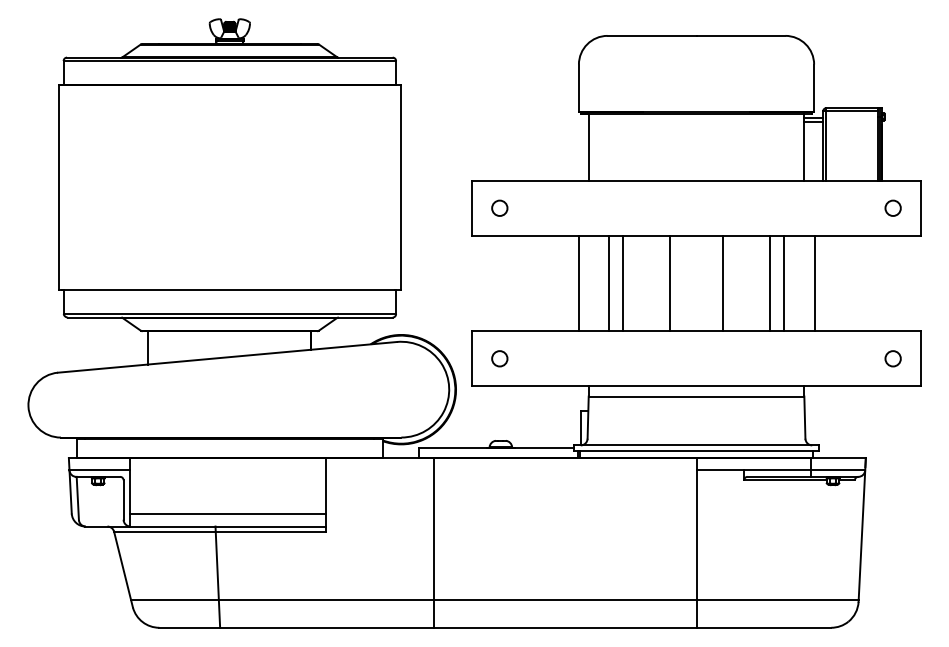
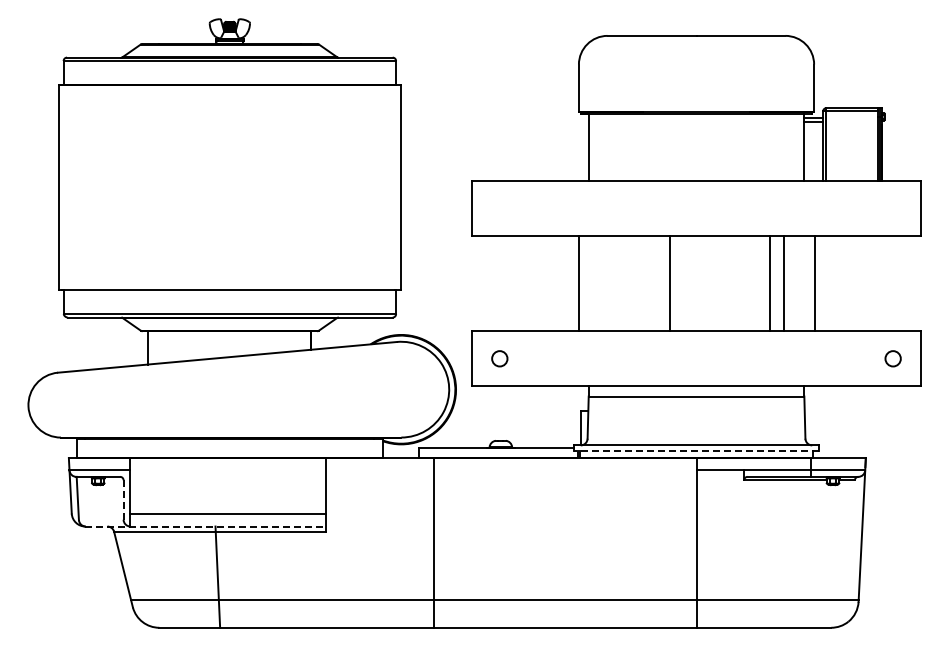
circle at (499, 207): present -> none
circle at (892, 207): present -> none
line at (609, 283): present -> none
line at (622, 283): present -> none
line at (722, 283): present -> none
line at (696, 451): solid -> dashed
line at (123, 499): solid -> dashed
line at (206, 526): solid -> dashed
